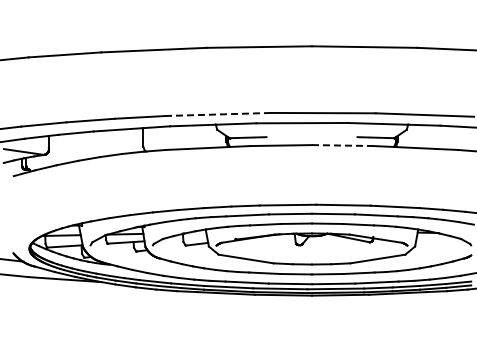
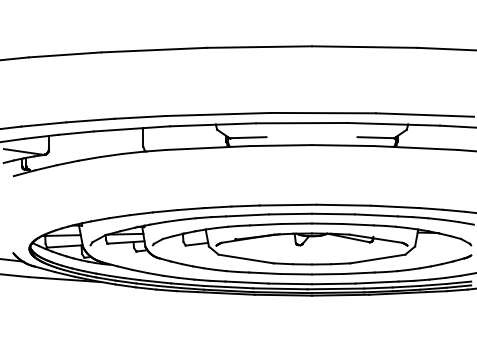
line at (218, 114): dashed -> solid
line at (342, 145): dashed -> solid
